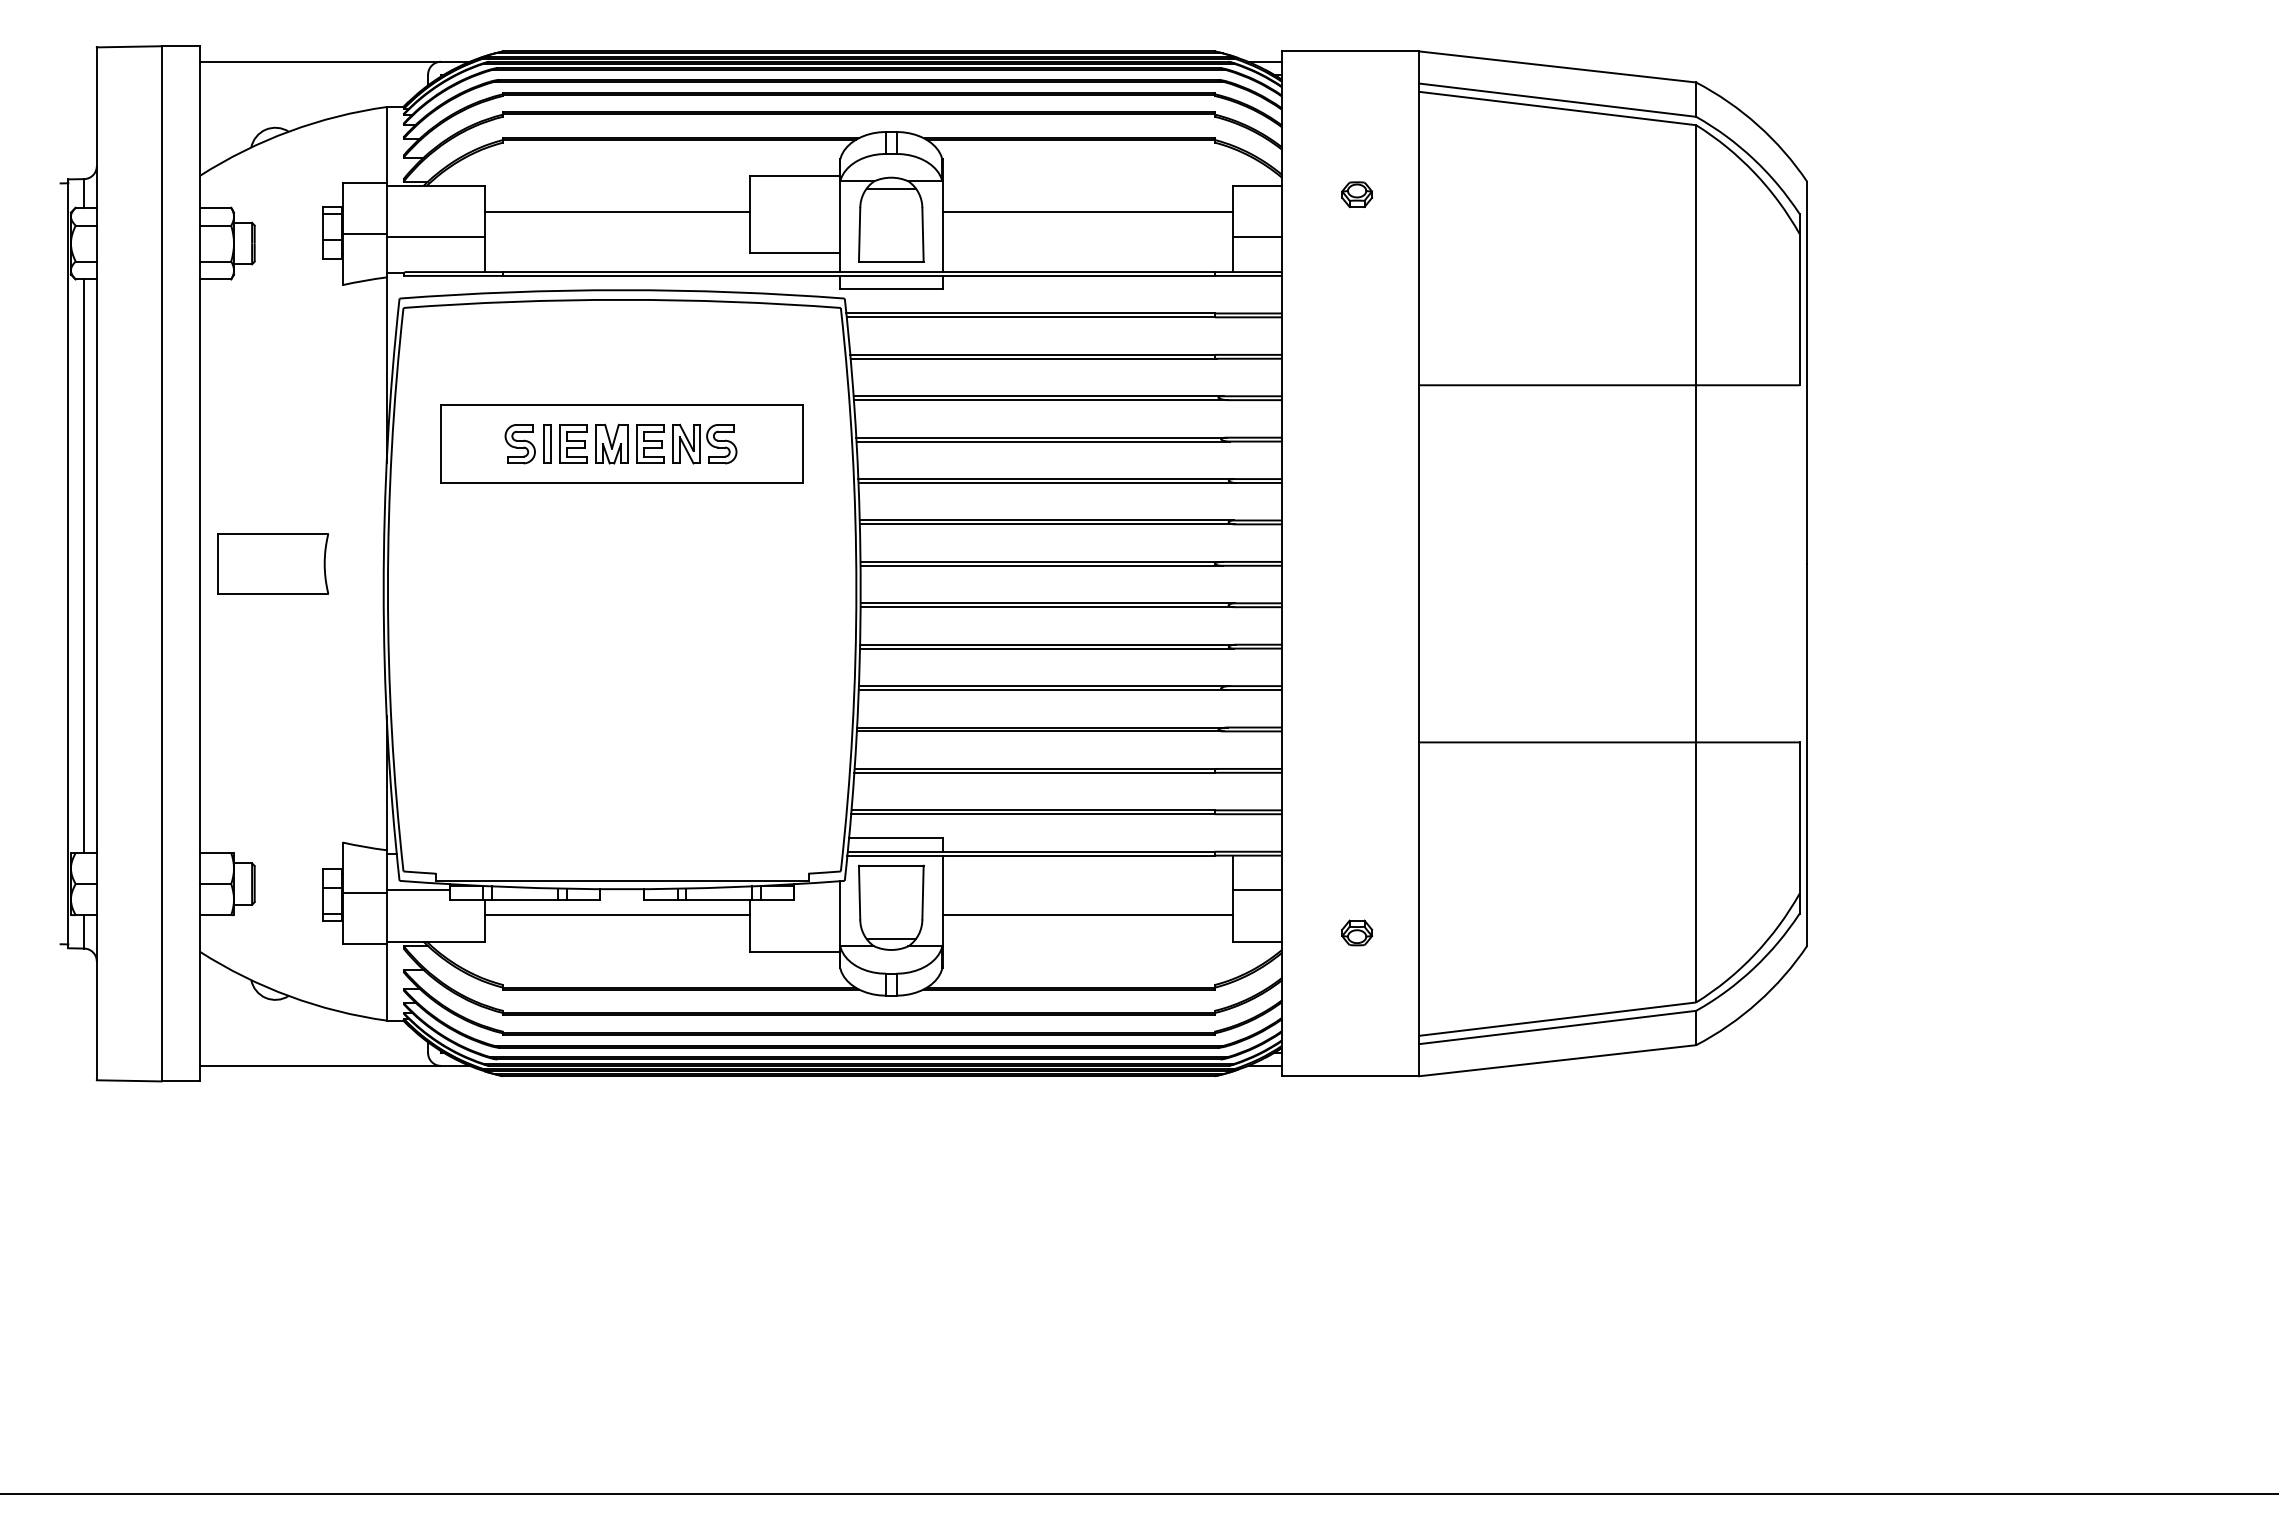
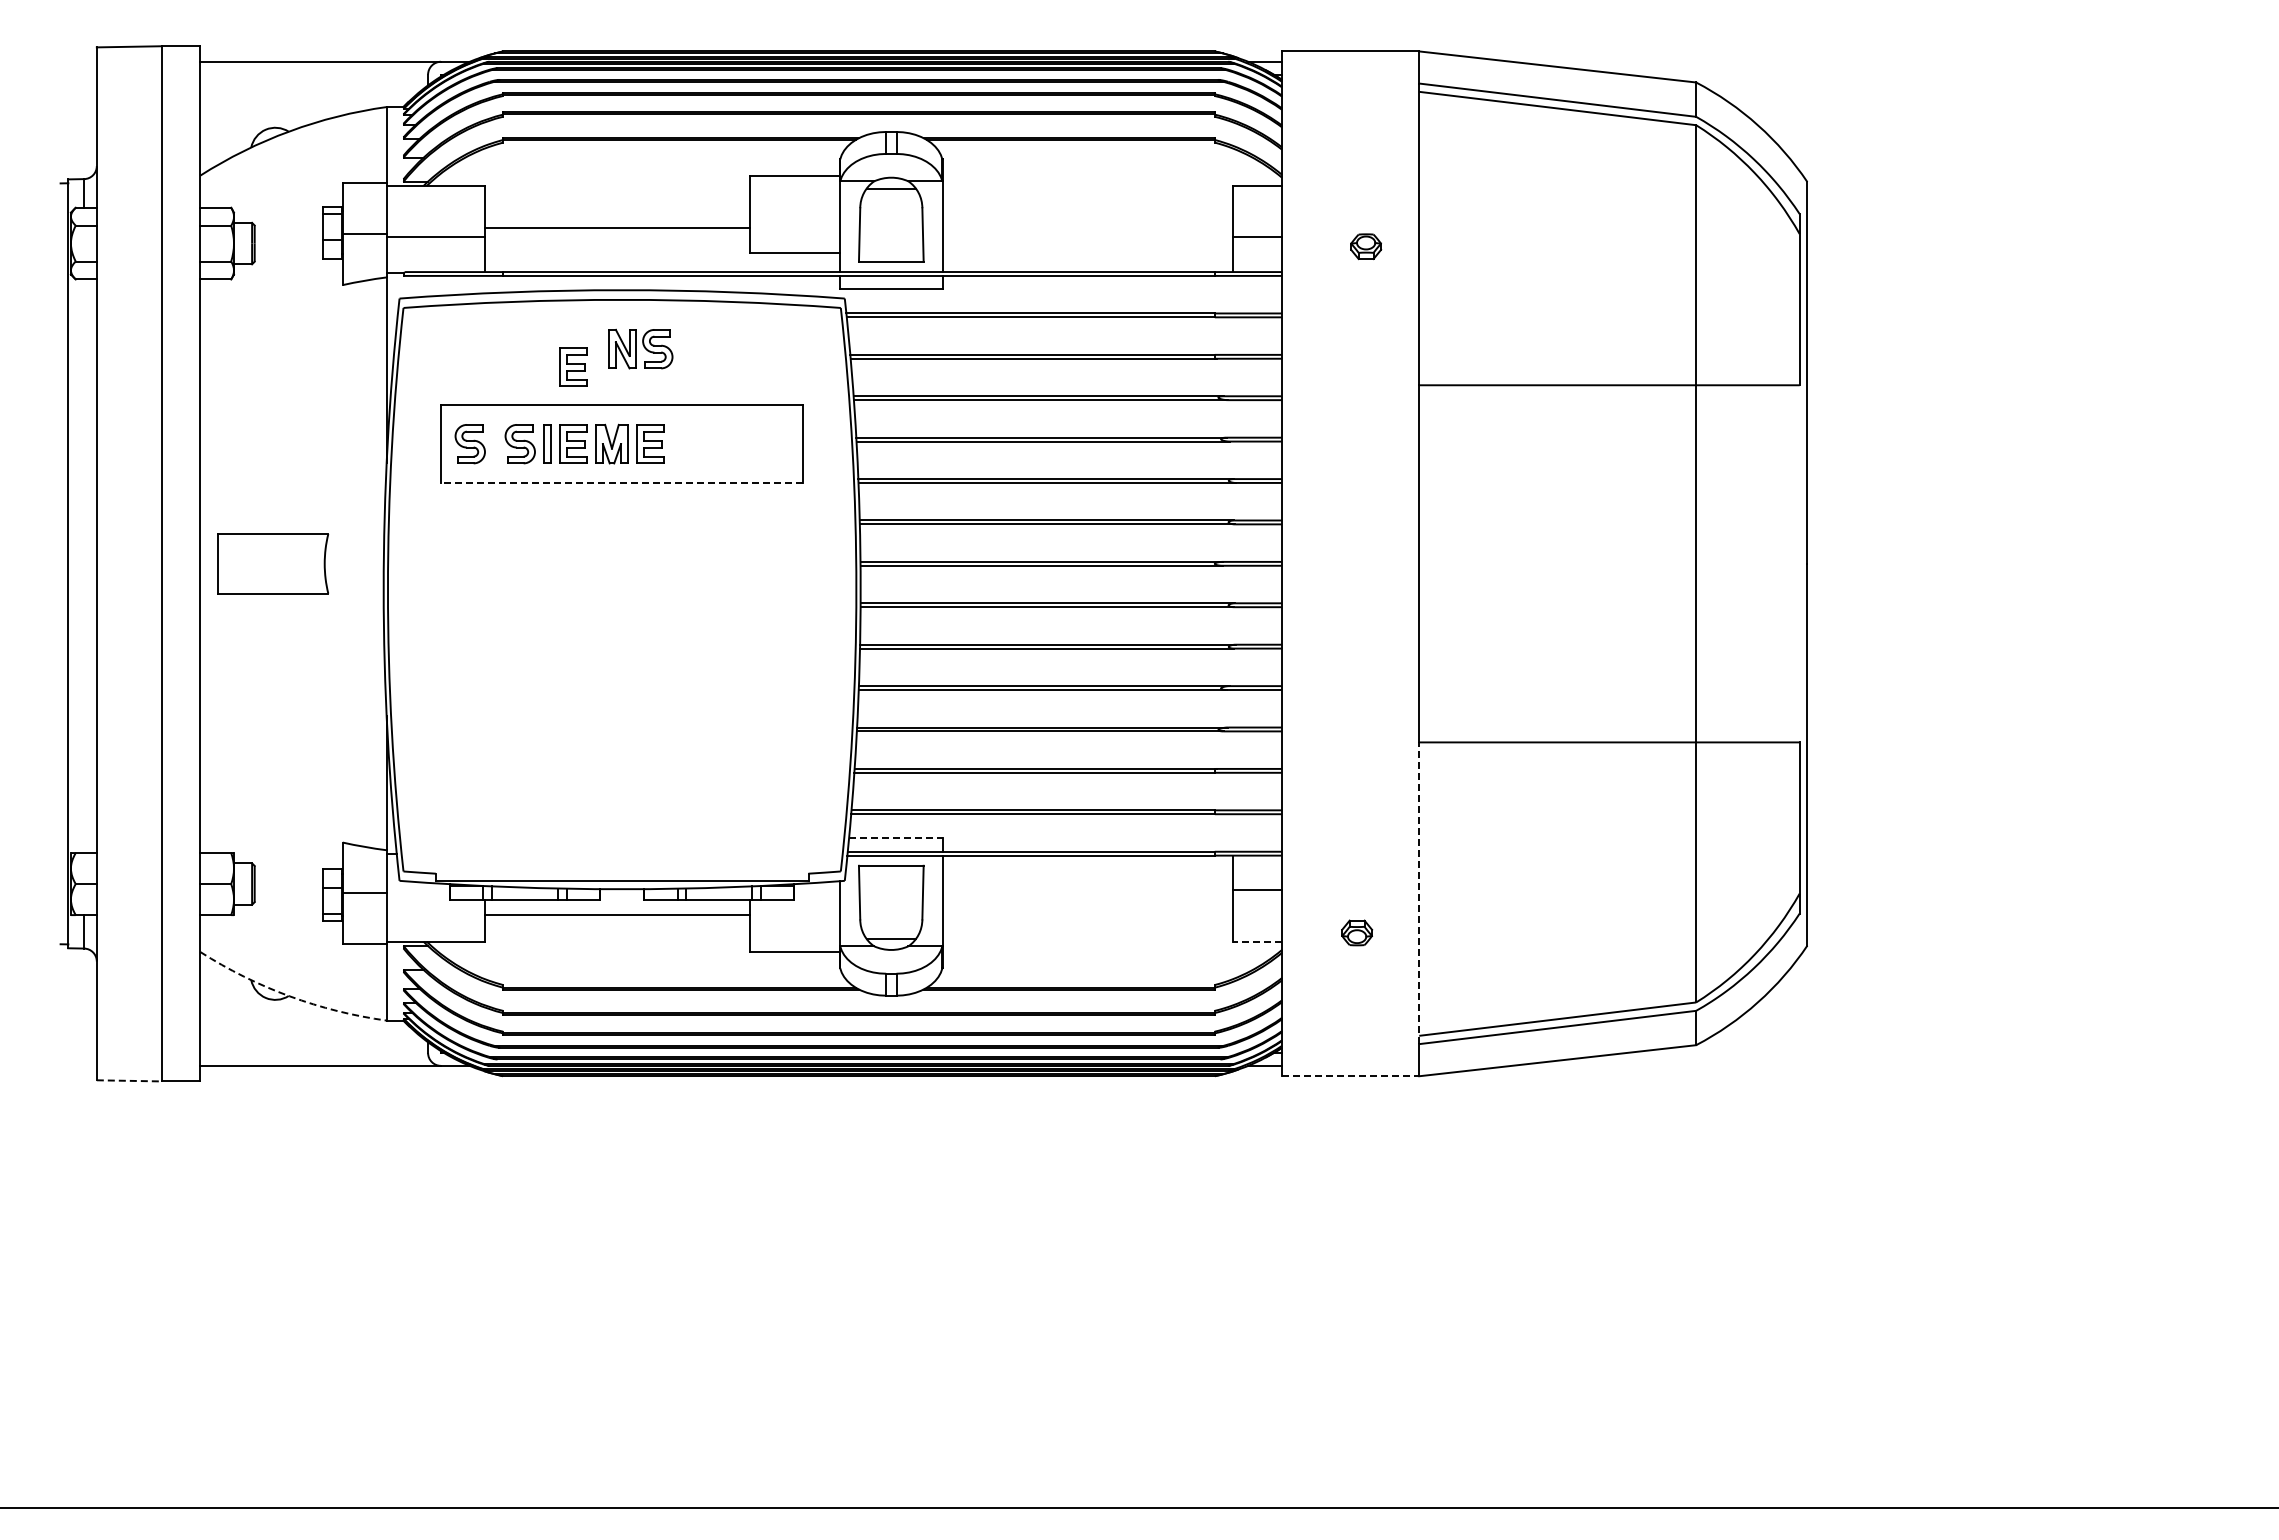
part at (1357, 194) position: (1357, 194) -> (1366, 246)
line at (617, 212) position: (617, 212) -> (617, 228)
line at (1087, 212): present -> none
part at (573, 366): none -> present
part at (704, 443) position: (704, 443) -> (640, 348)
part at (469, 444): none -> present
line at (621, 482): solid -> dashed
line at (84, 566): present -> none
line at (896, 838): solid -> dashed
line at (418, 890): present -> none
line at (1419, 893): solid -> dashed
line at (1087, 915): present -> none
line at (1257, 941): solid -> dashed
arc at (289, 996): solid -> dashed
line at (1350, 1076): solid -> dashed
line at (129, 1080): solid -> dashed
line at (1138, 1493) position: (1138, 1493) -> (1138, 1507)
